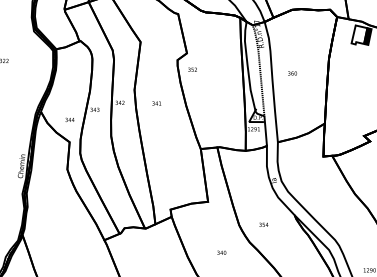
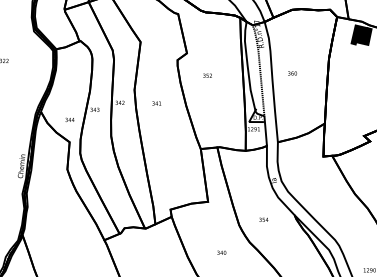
fill at (359, 34): none -> present
text at (192, 69) position: (192, 69) -> (207, 75)
text at (263, 224) position: (263, 224) -> (263, 219)
